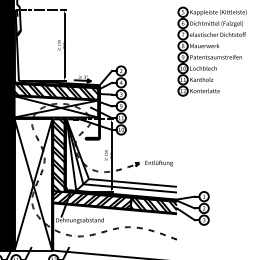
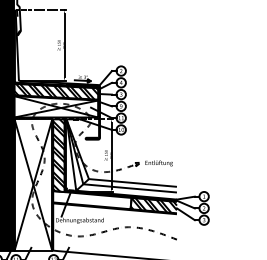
part at (211, 51): present -> none
hatch at (92, 199): present -> none
